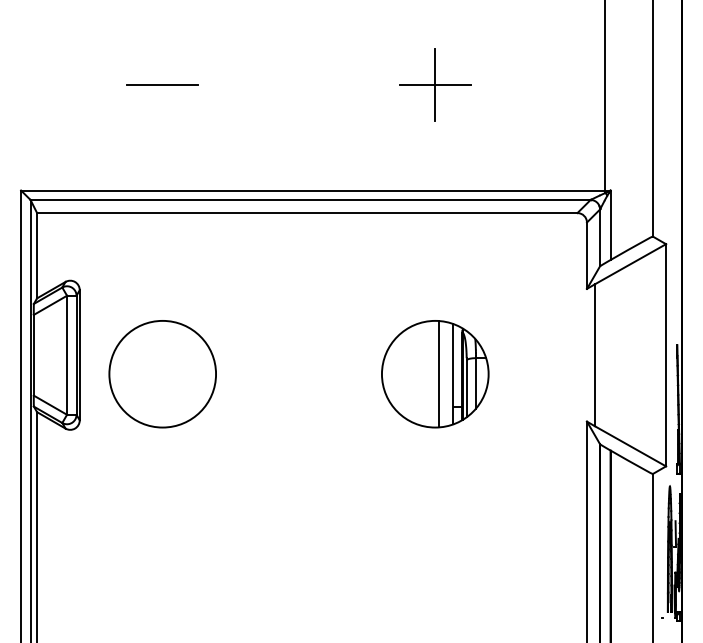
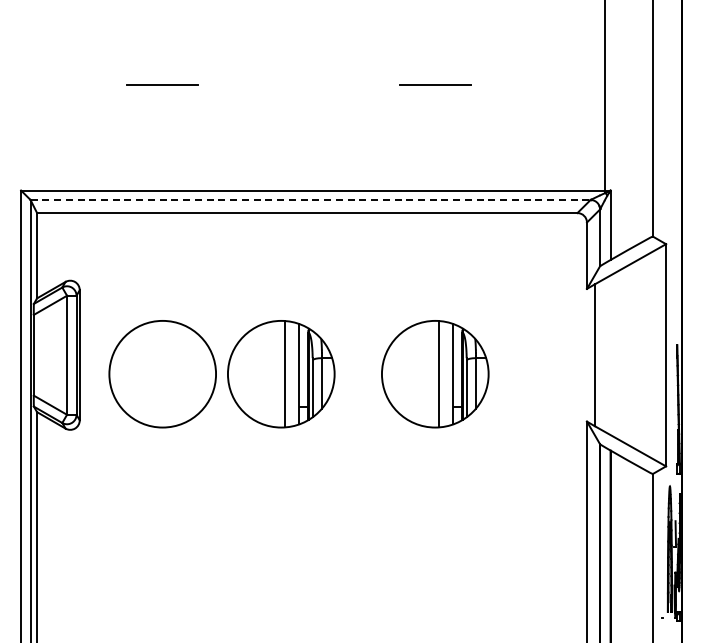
line at (435, 84): present -> none
line at (311, 200): solid -> dashed
part at (281, 374): none -> present
